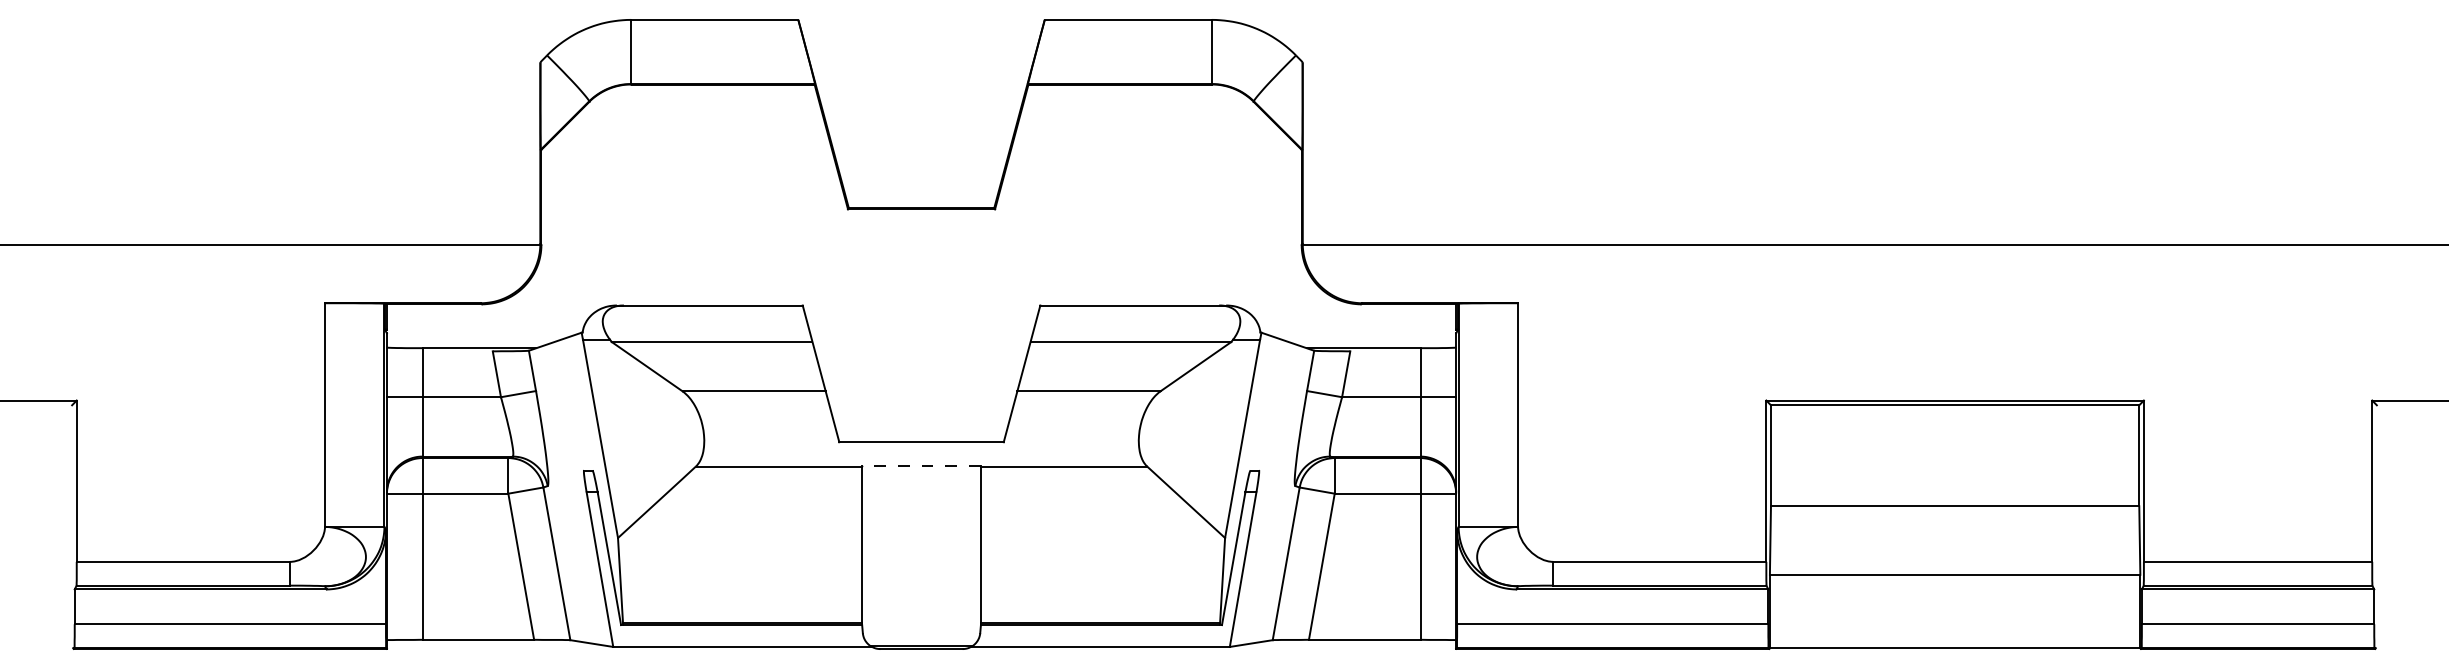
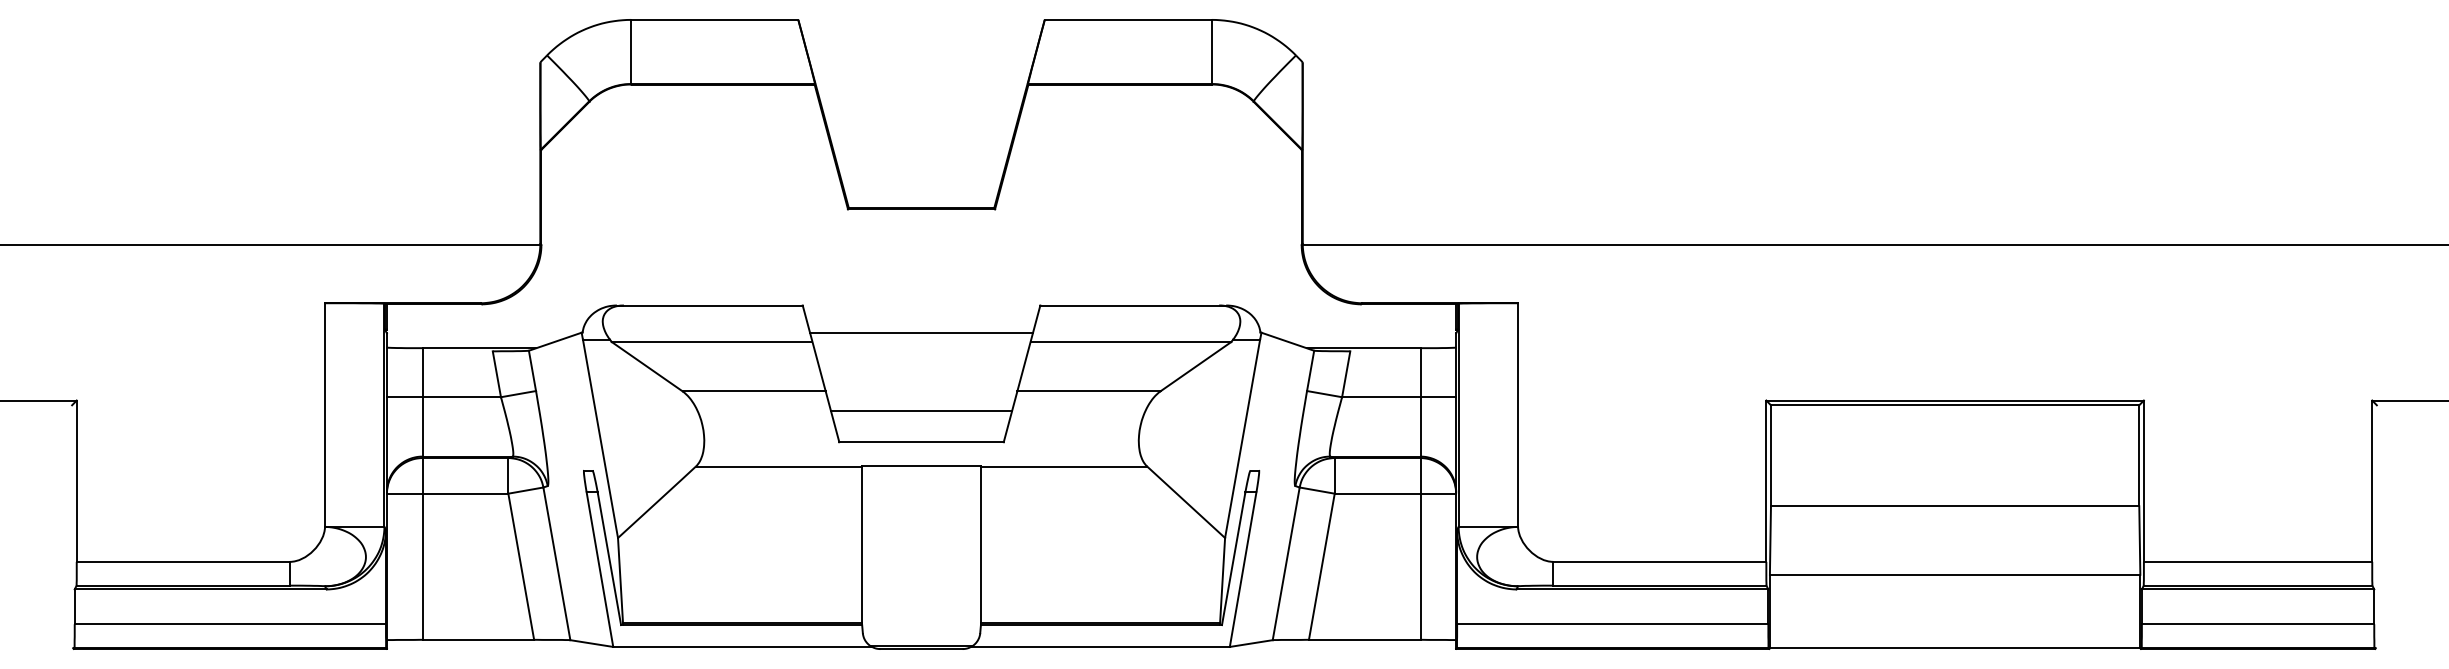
line at (921, 332): none -> present
line at (921, 411): none -> present
line at (921, 465): dashed -> solid
